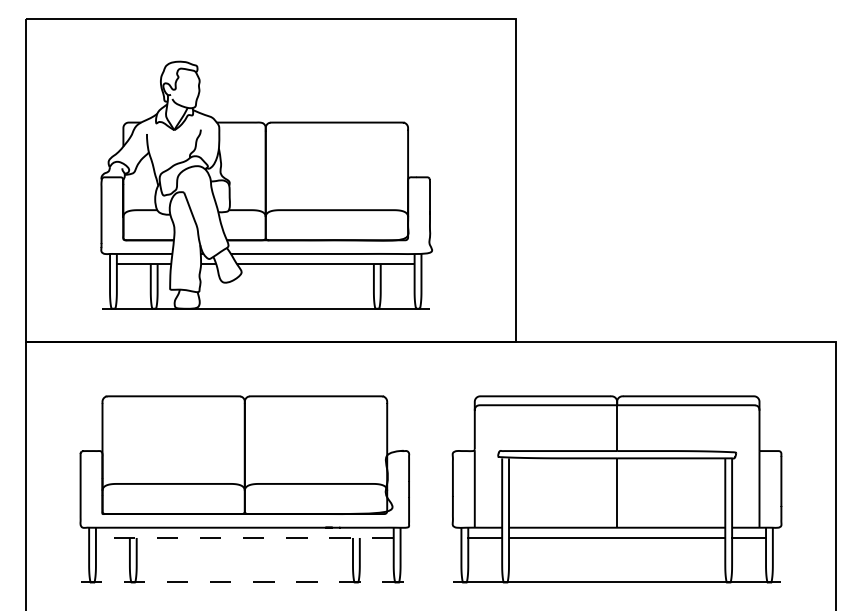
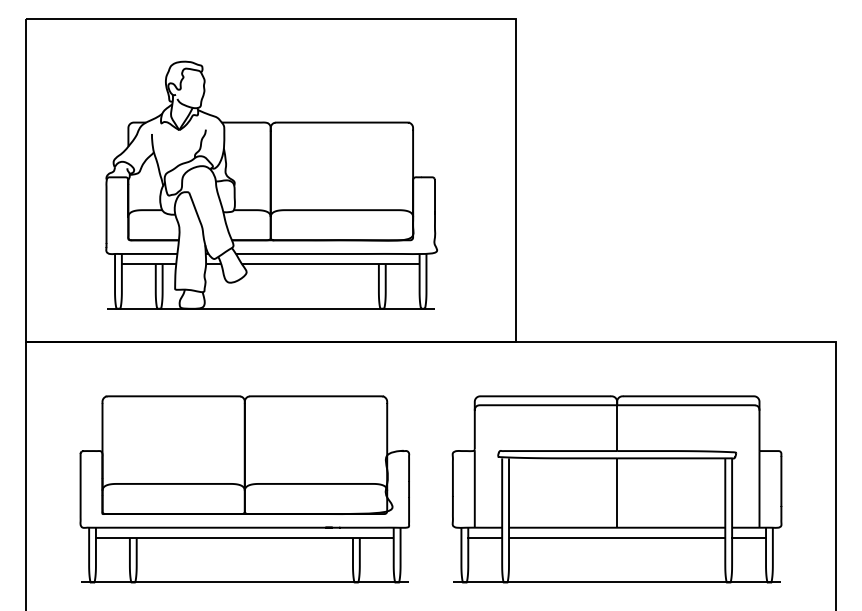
part at (266, 184) position: (266, 184) -> (271, 184)
line at (243, 537): dashed -> solid
line at (245, 582): dashed -> solid
